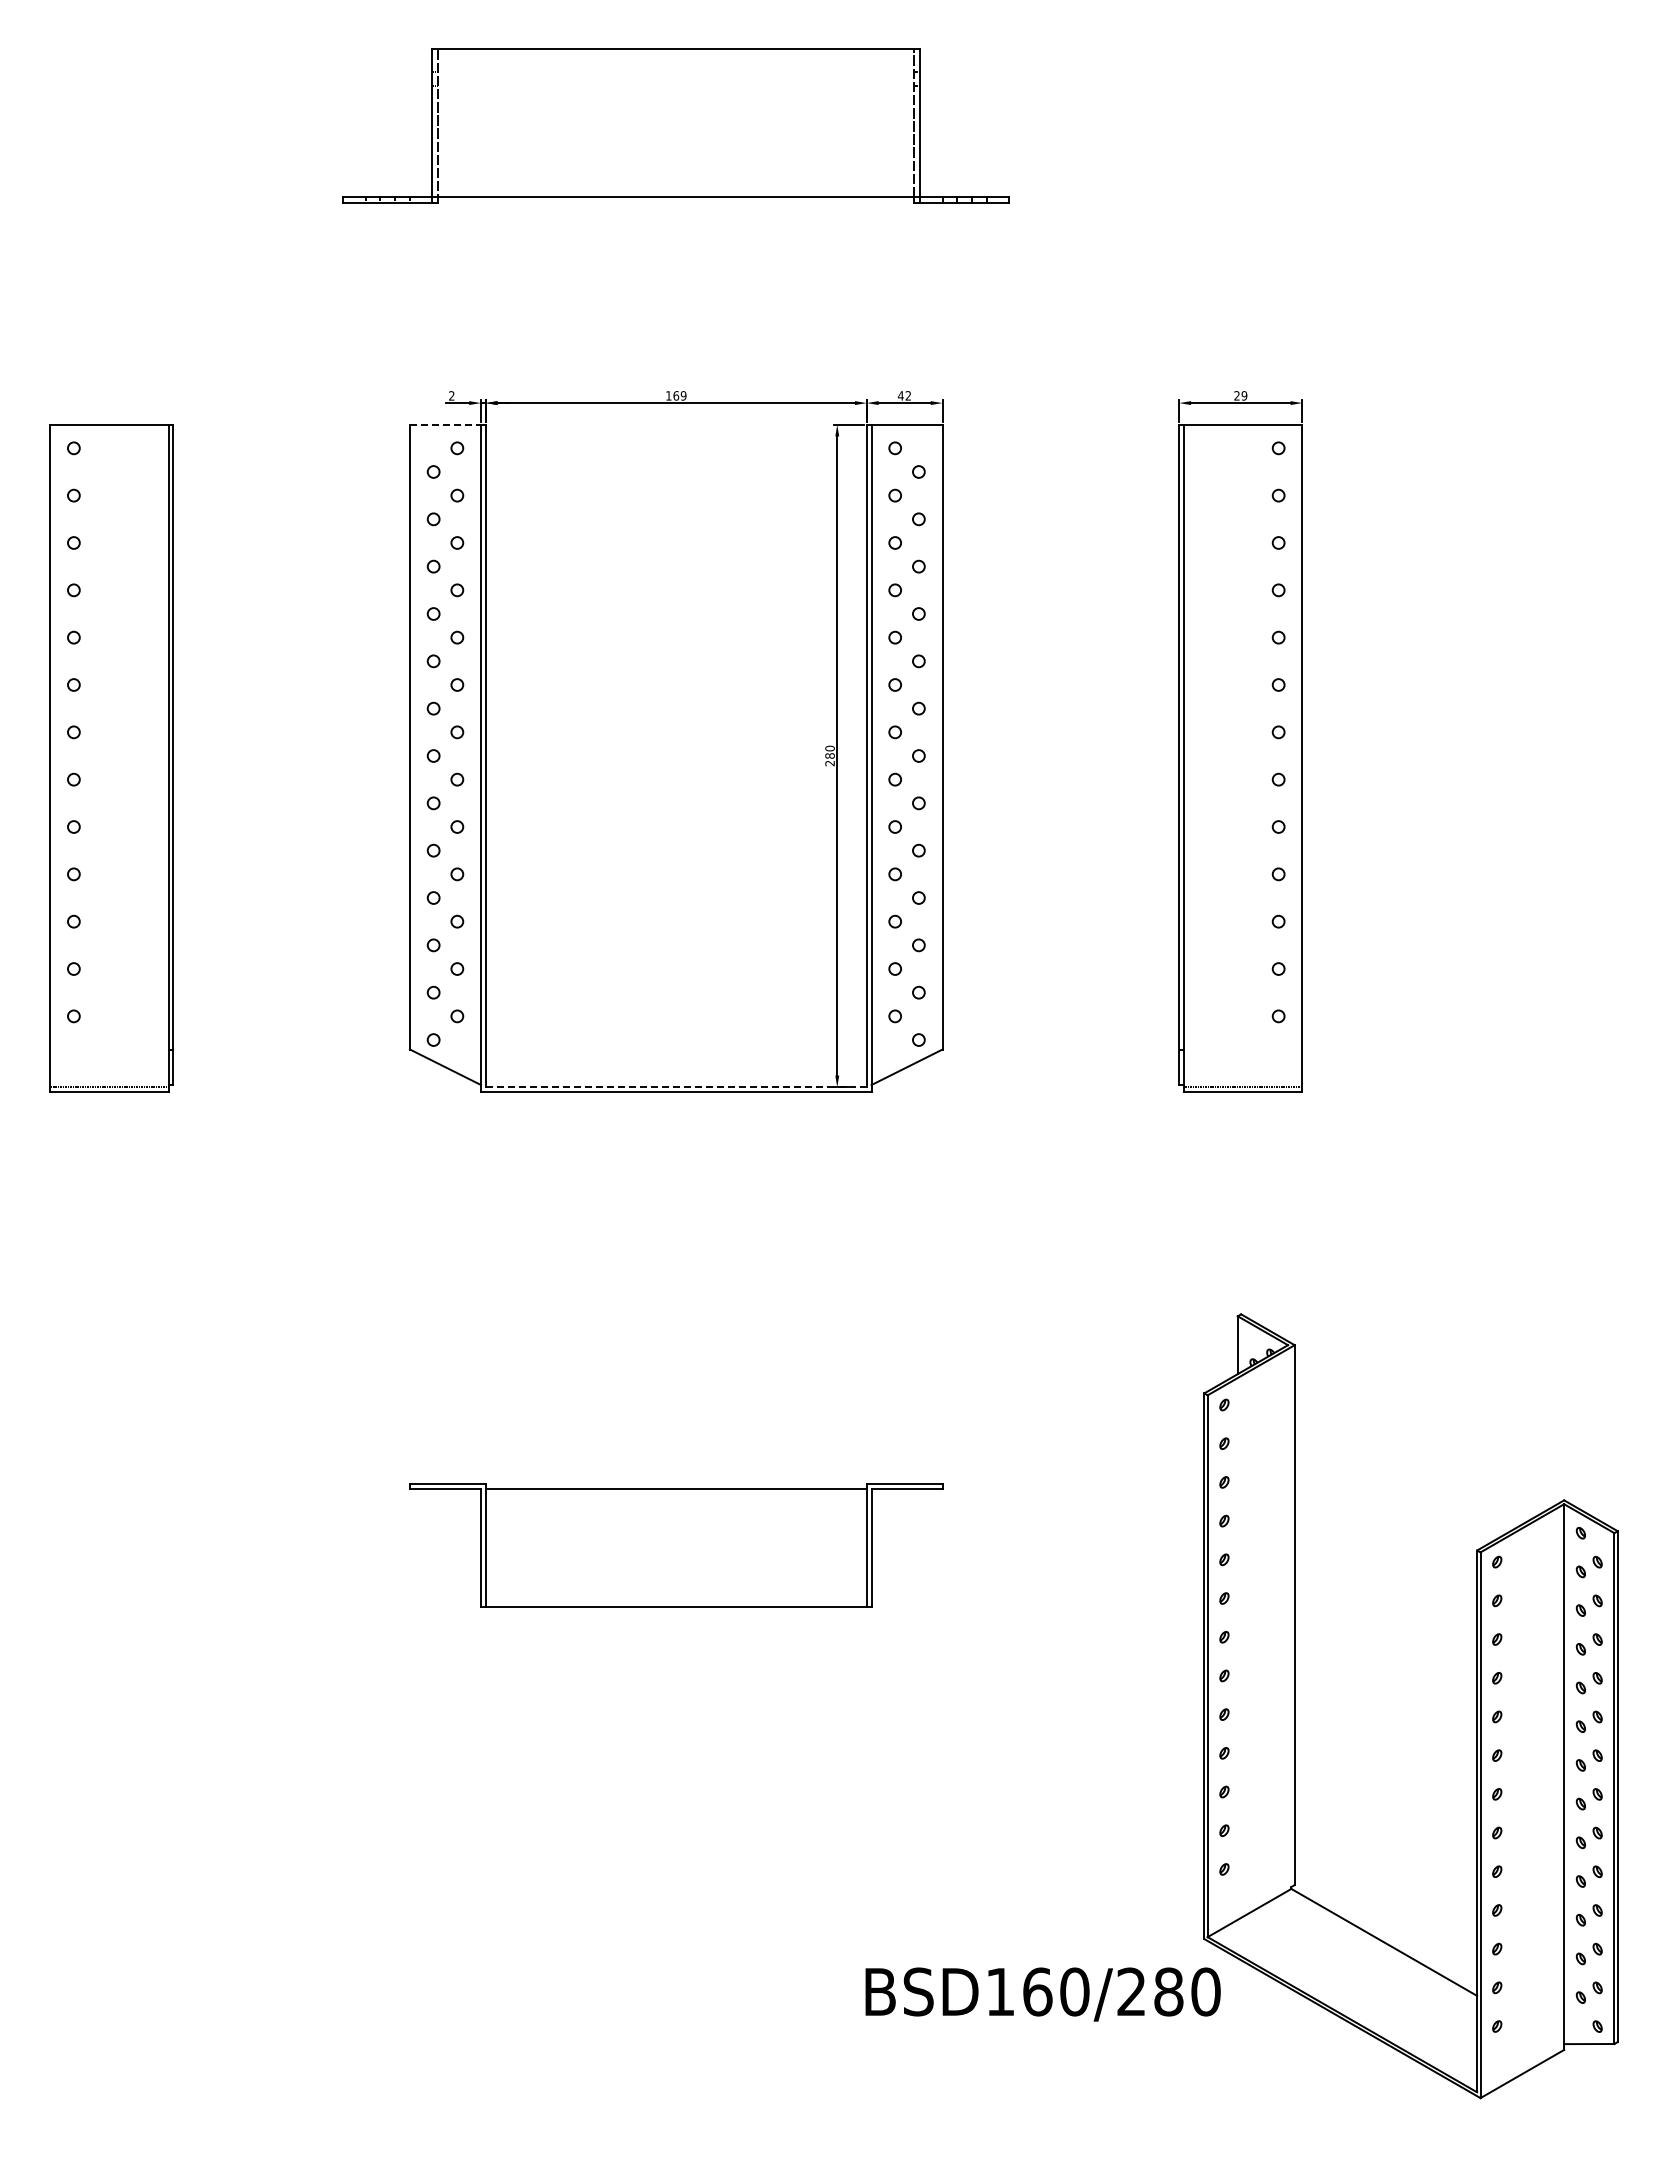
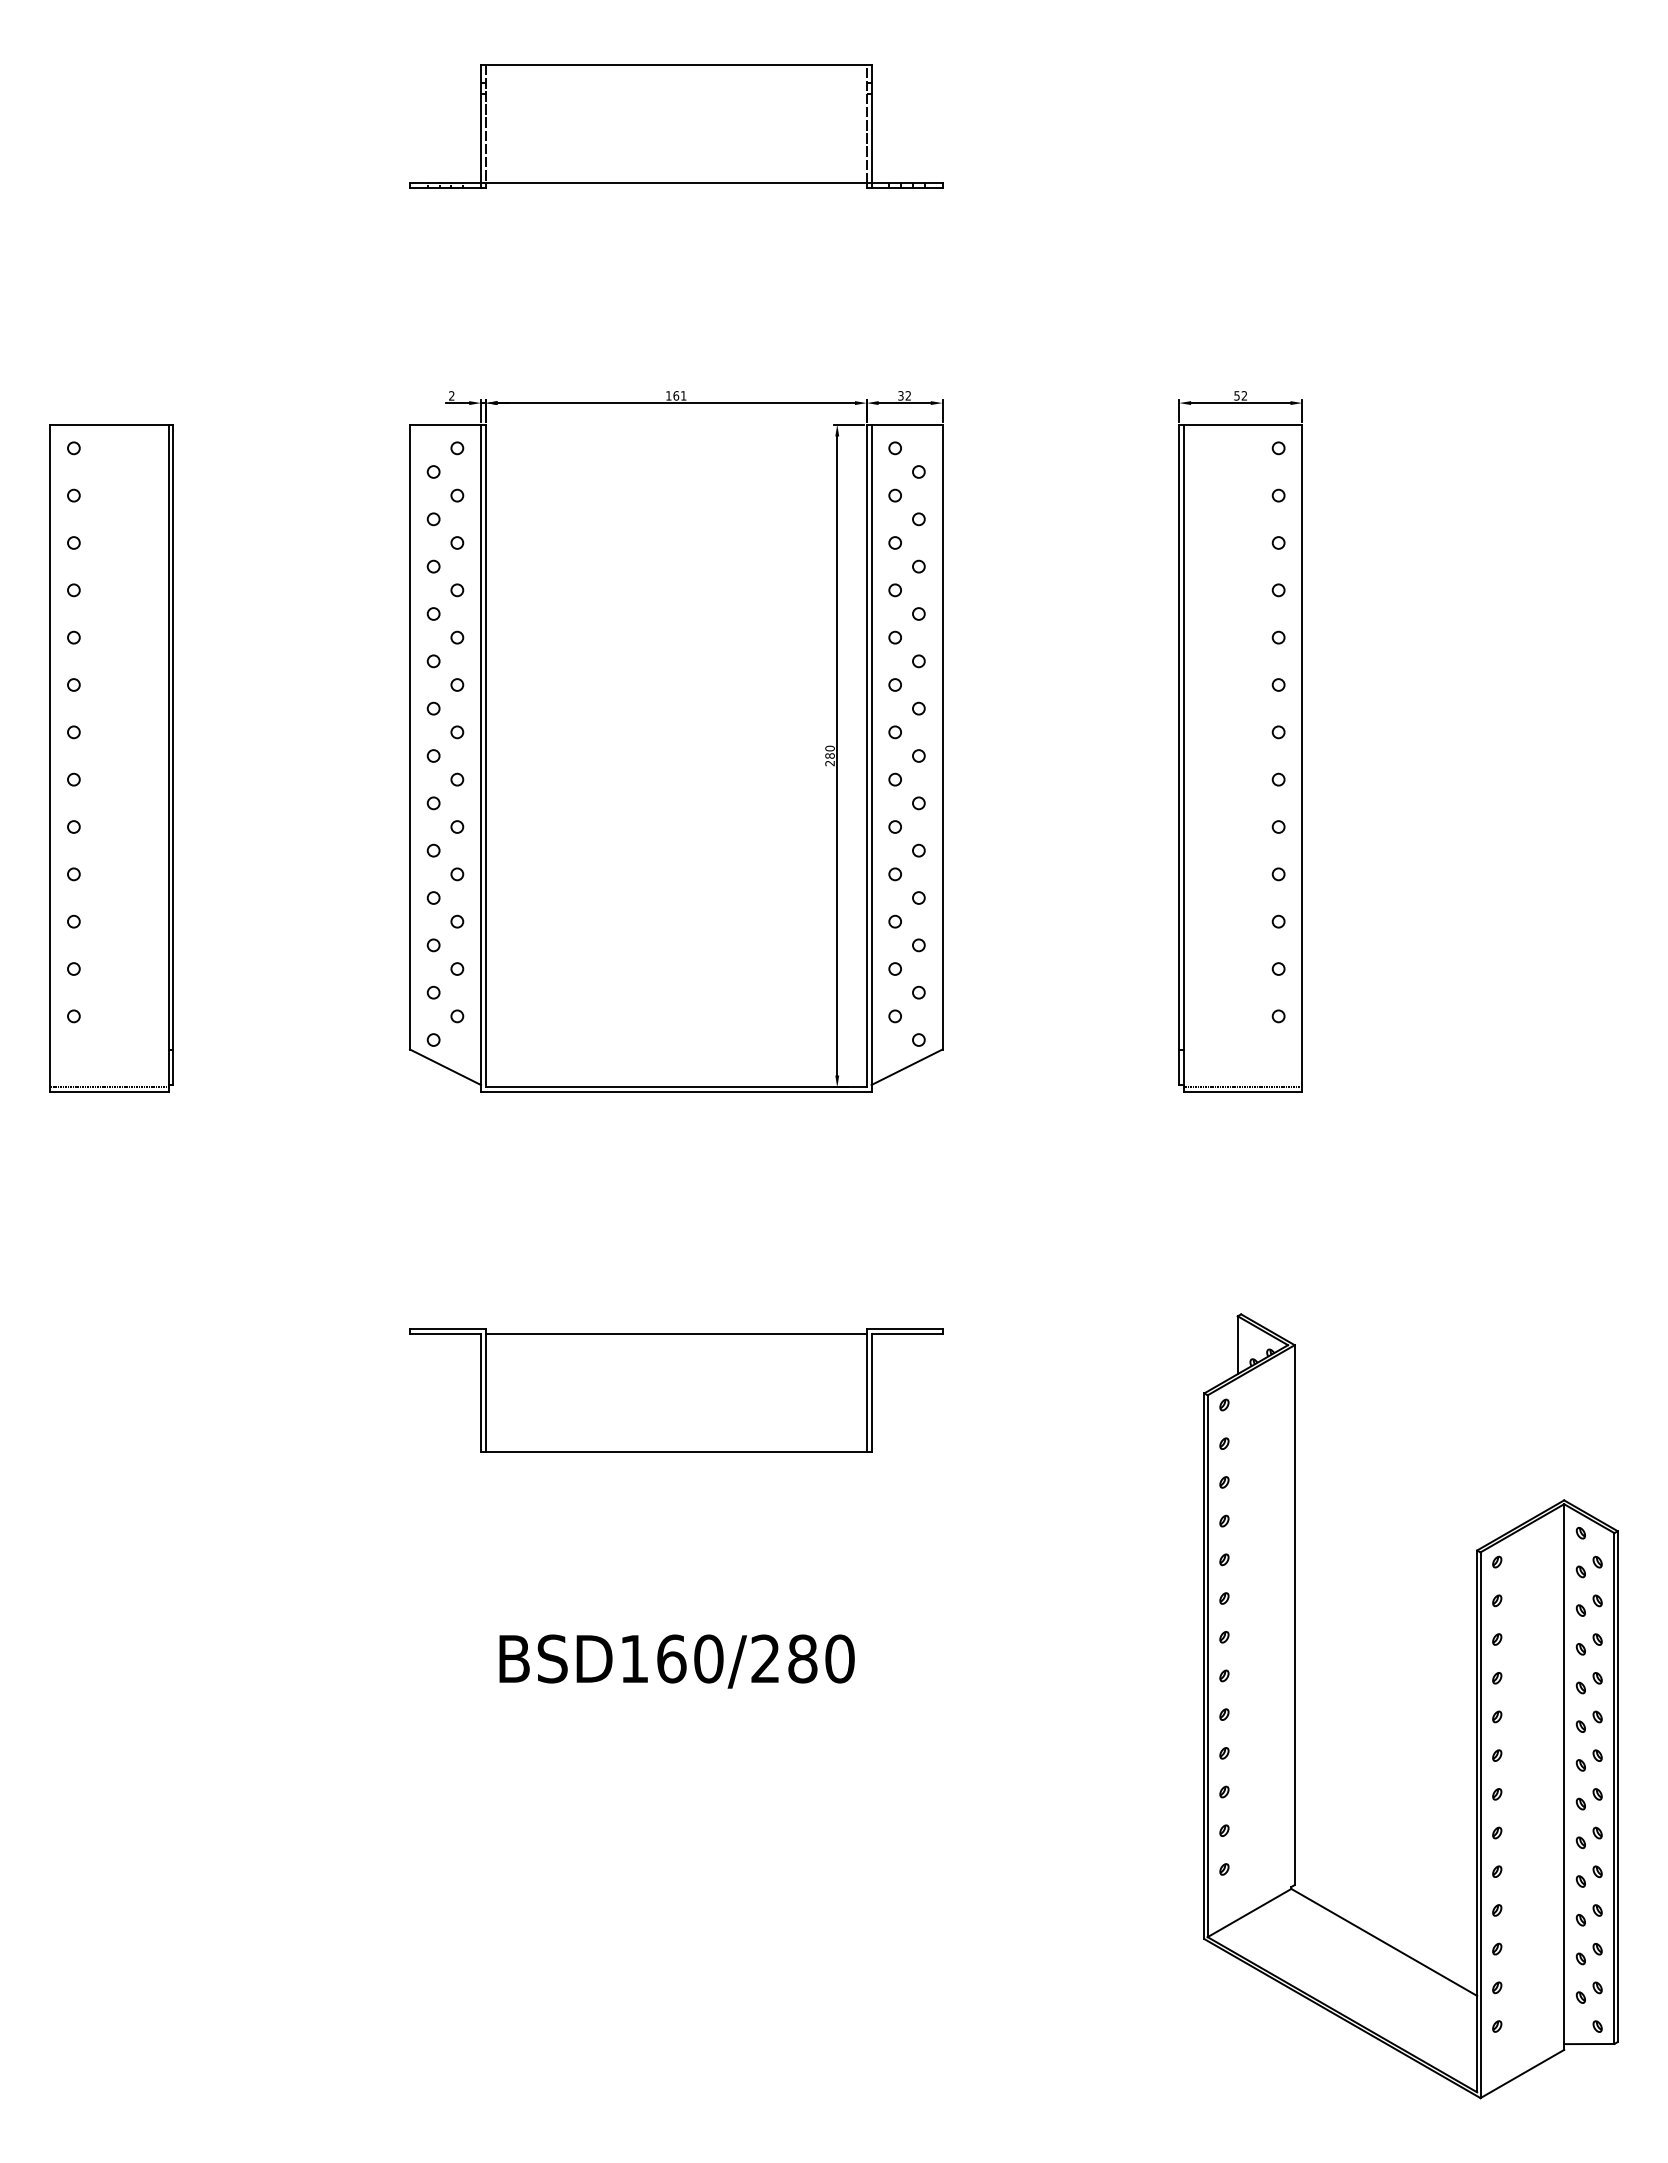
part at (675, 125) size: 668x156 px -> 535x125 px
text at (683, 395): 169 -> 161
text at (900, 395): 42 -> 32
text at (1240, 395): 29 -> 52
line at (445, 424): dashed -> solid
line at (676, 1087): dashed -> solid
part at (676, 1545) position: (676, 1545) -> (676, 1390)
text at (1042, 1994) position: (1042, 1994) -> (676, 1661)
